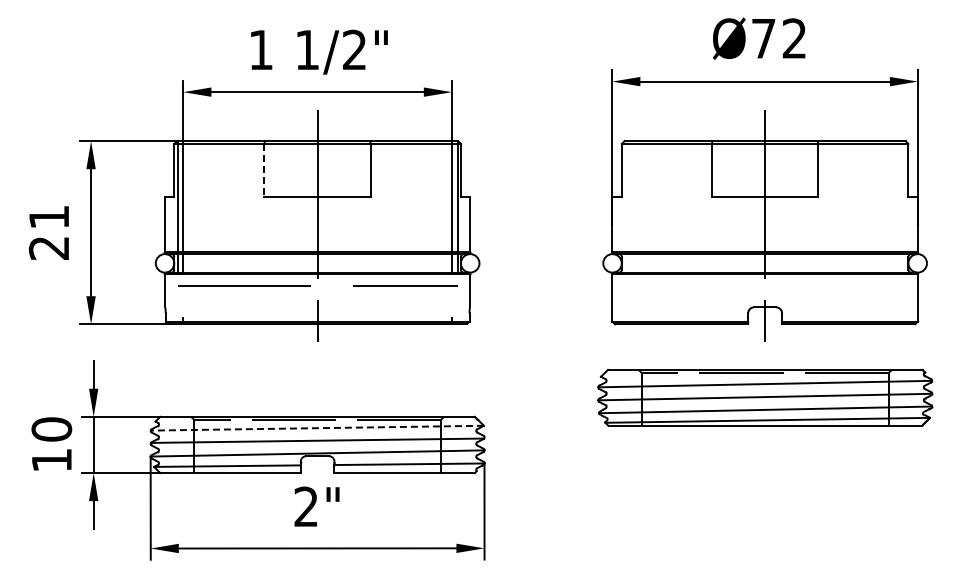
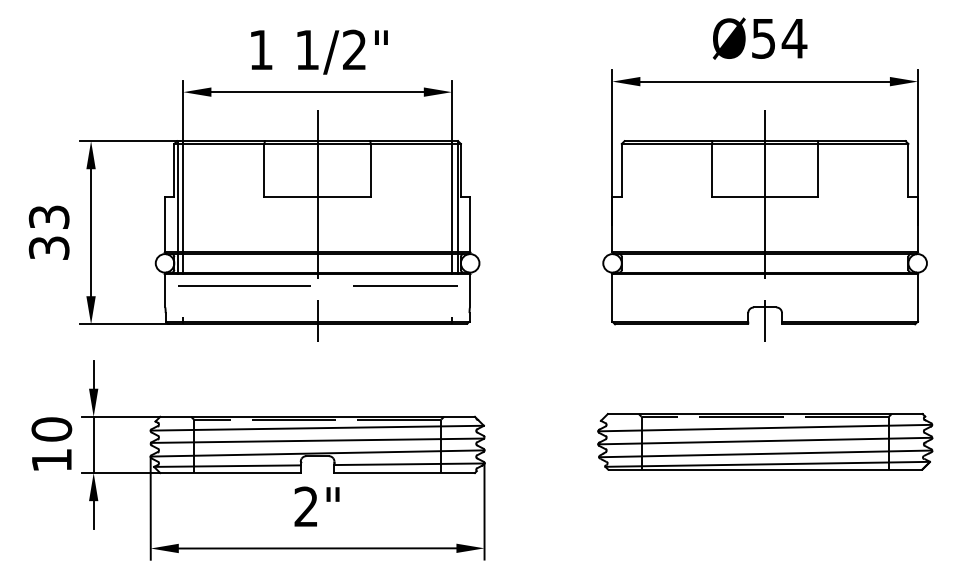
text at (779, 38): Ø72 -> Ø54
line at (264, 170): dashed -> solid
text at (48, 232): 21 -> 33
part at (765, 397) position: (765, 397) -> (765, 441)
line at (317, 428): dashed -> solid
